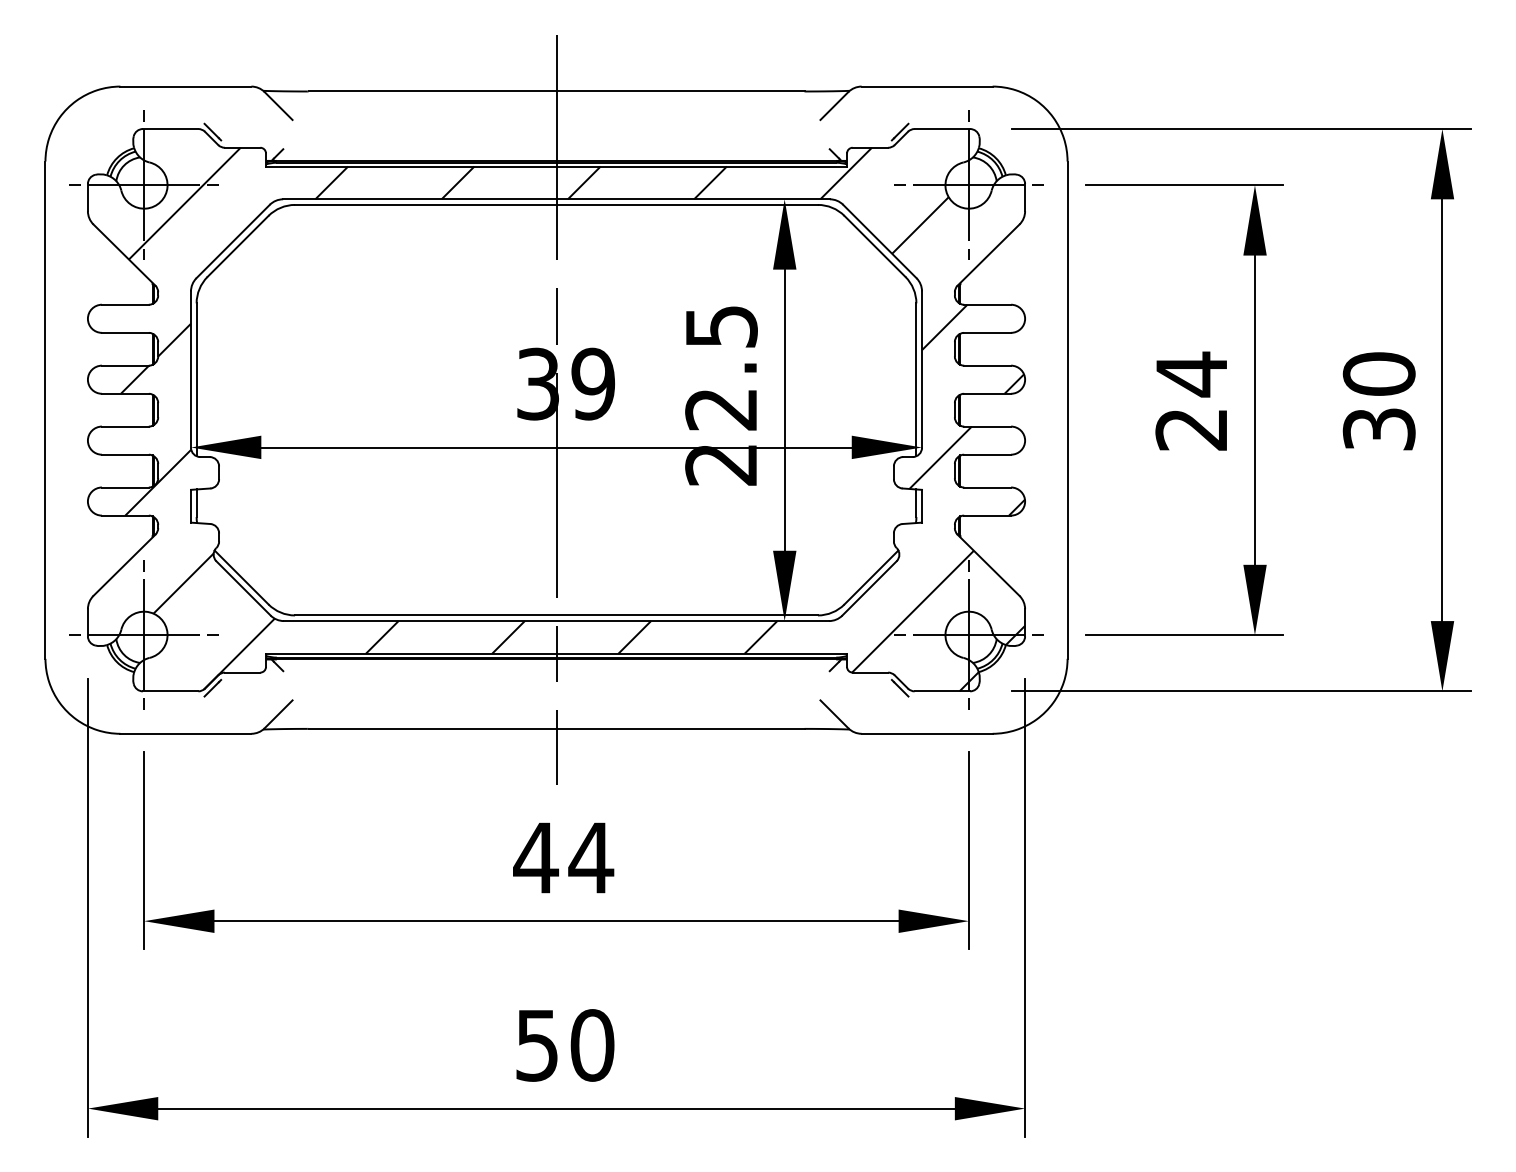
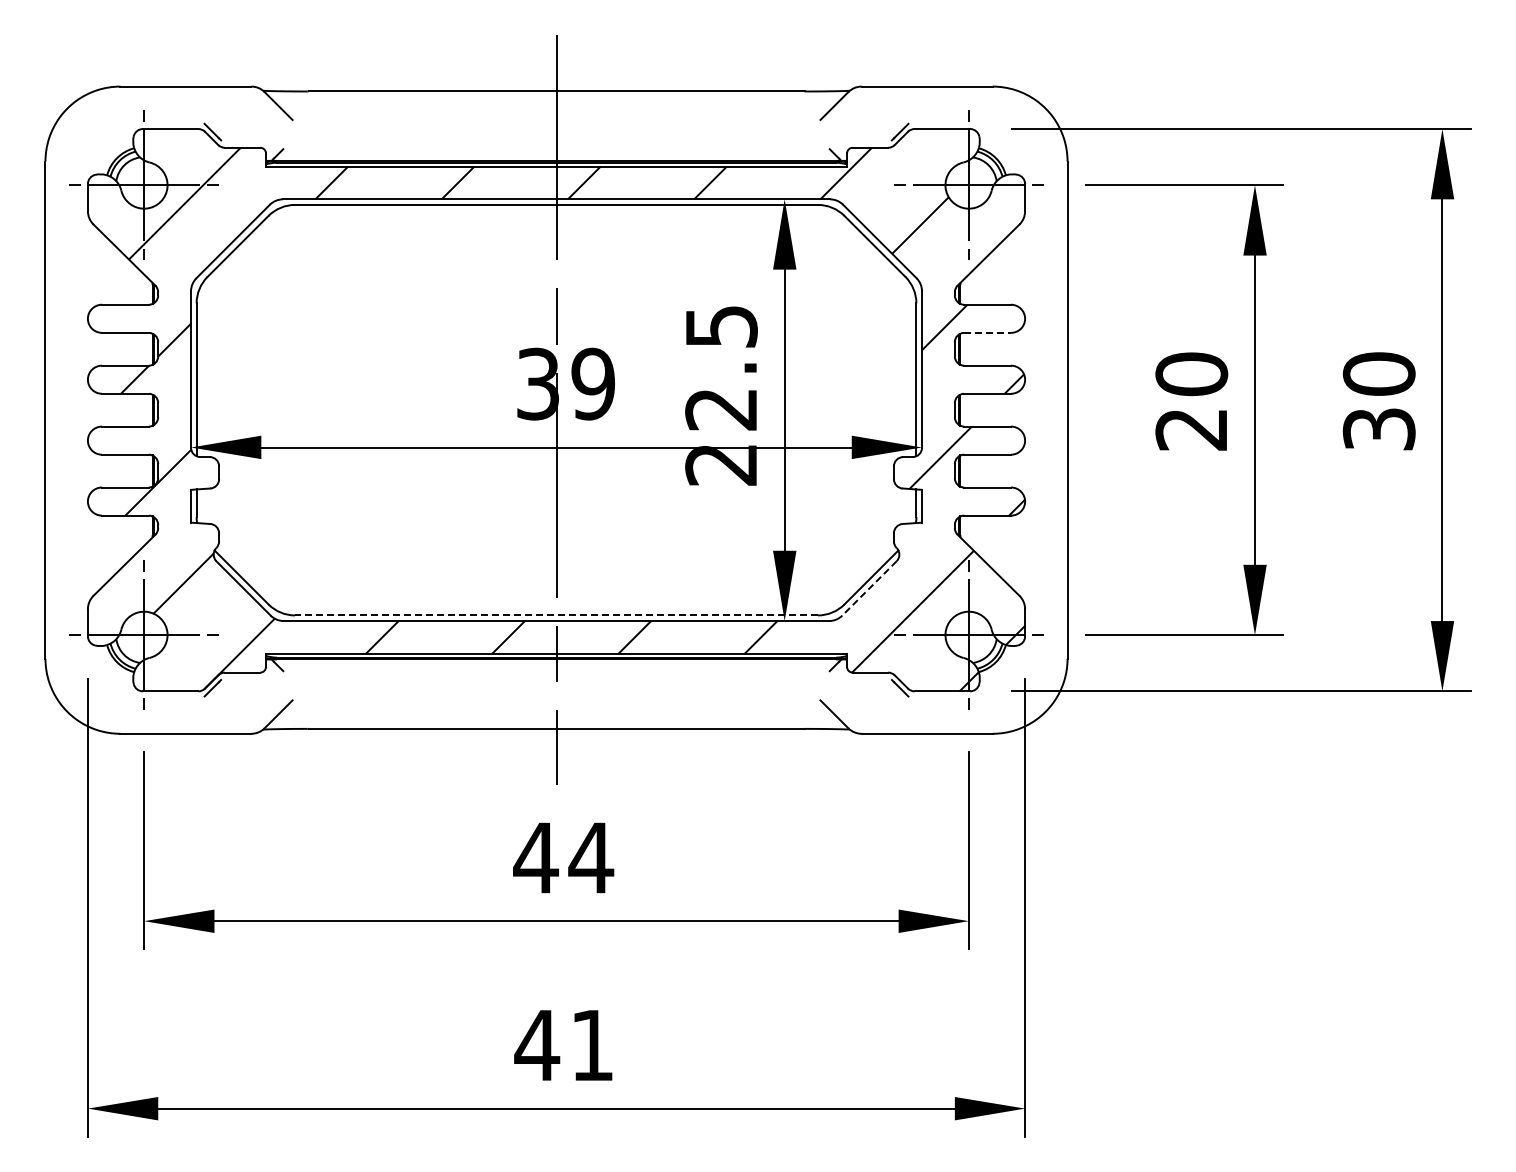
line at (988, 332): solid -> dashed
text at (1191, 374): 24 -> 20
line at (869, 588): solid -> dashed
line at (556, 615): solid -> dashed
text at (564, 1045): 50 -> 41
